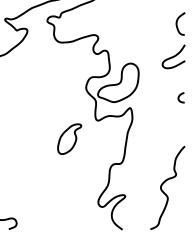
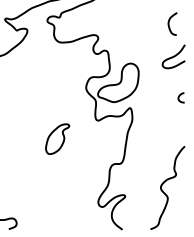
curve at (177, 23) position: (177, 23) -> (169, 23)
part at (69, 138) position: (69, 138) -> (57, 138)
